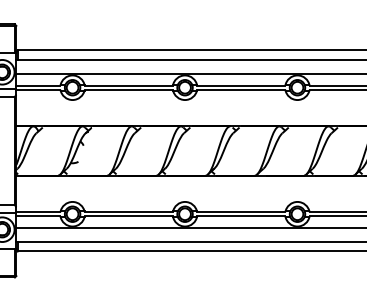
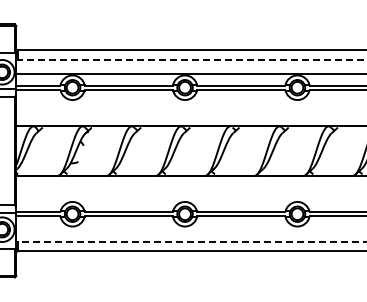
line at (191, 59): solid -> dashed
line at (189, 228): present -> none
line at (191, 242): solid -> dashed
